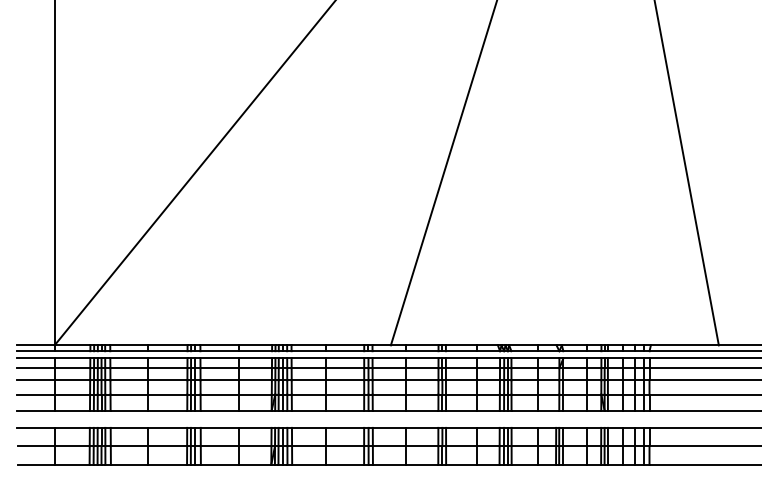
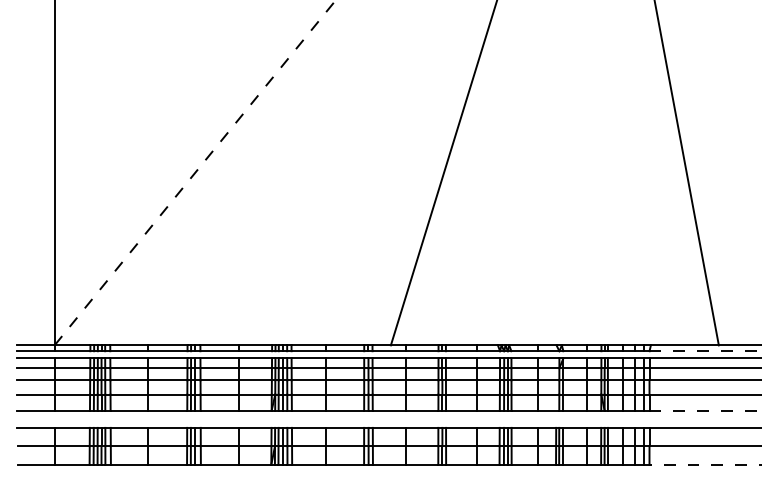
line at (195, 172): solid -> dashed
line at (705, 351): solid -> dashed
line at (705, 410): solid -> dashed
line at (705, 464): solid -> dashed
